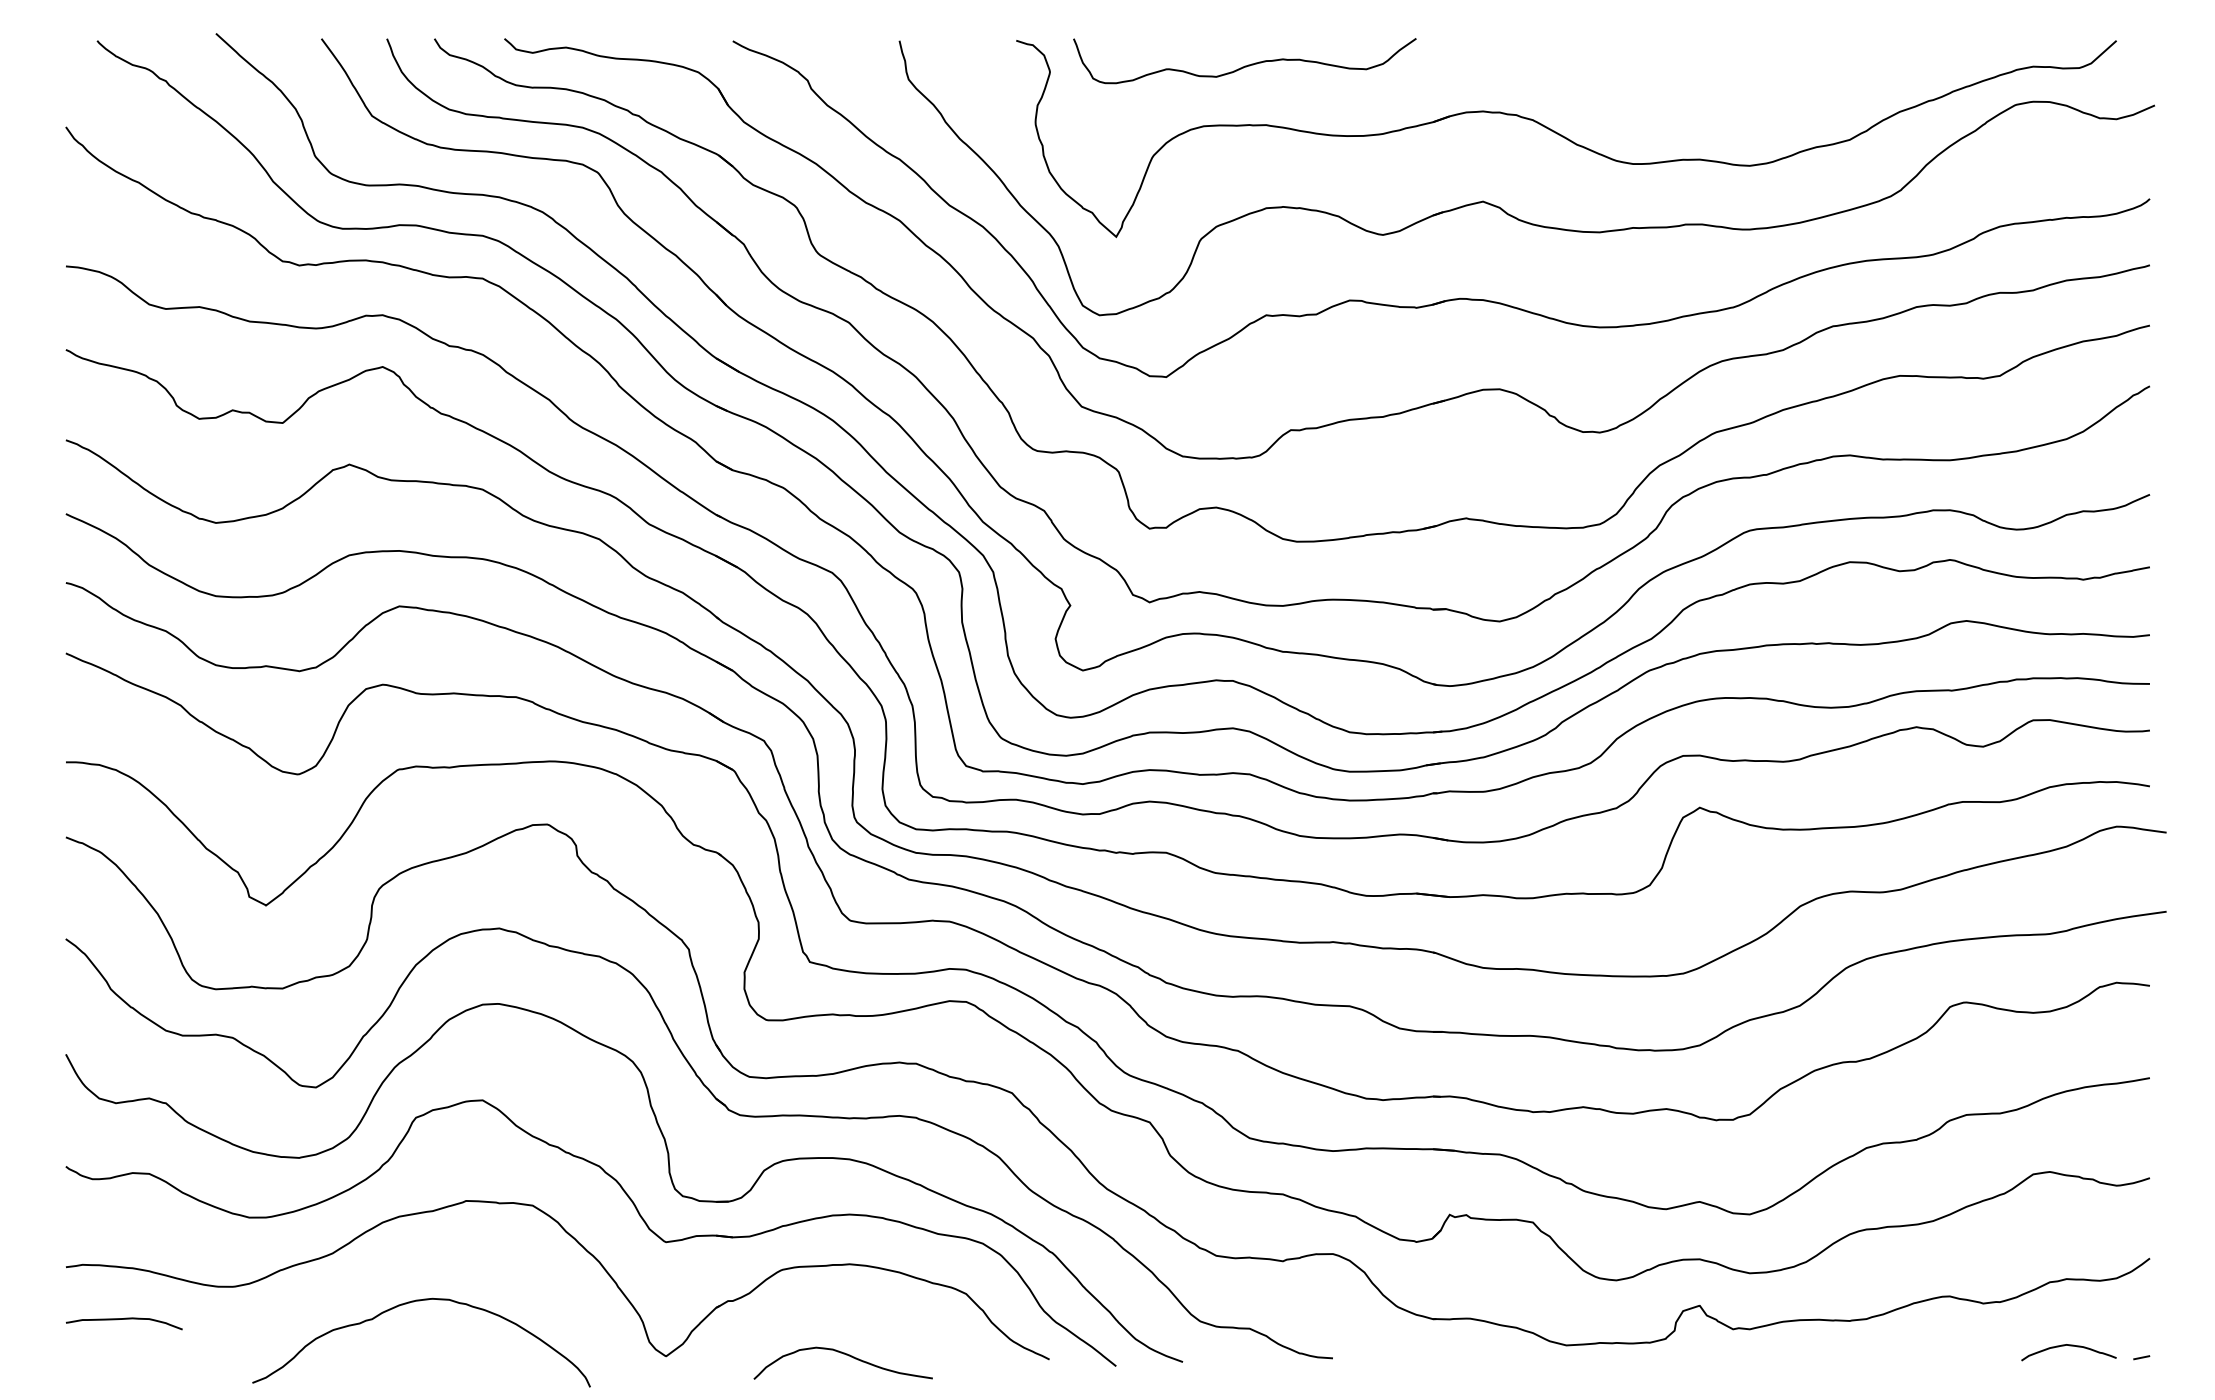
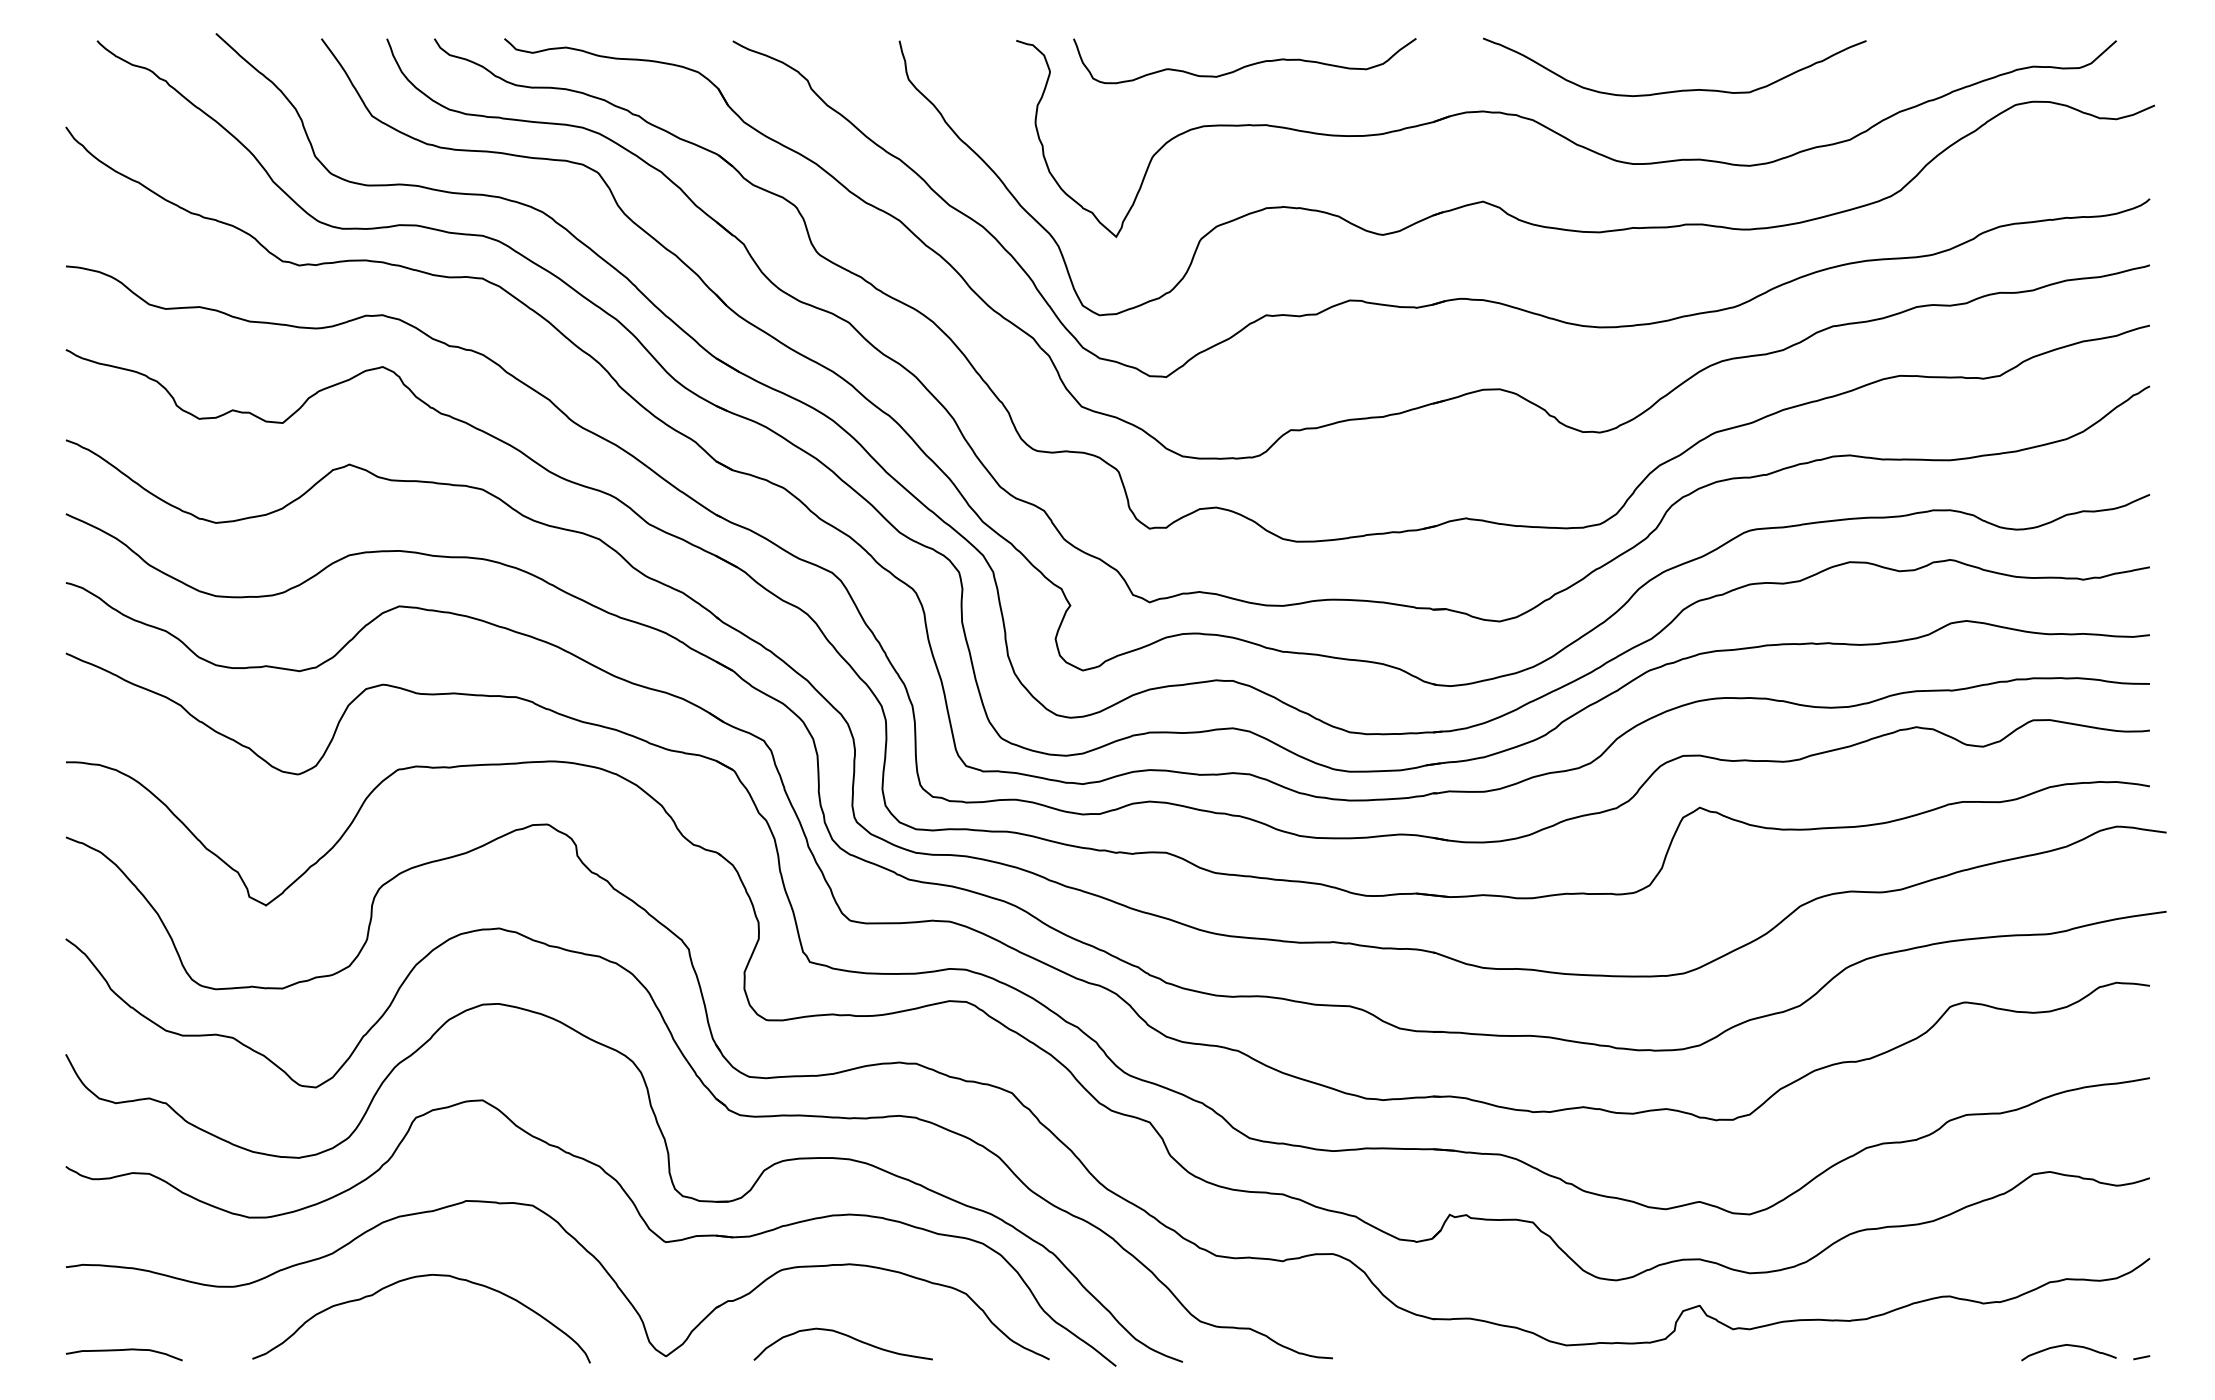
curve at (1674, 90): none -> present
curve at (413, 1302) position: (413, 1302) -> (413, 1278)
curve at (124, 1319) position: (124, 1319) -> (124, 1350)
curve at (843, 1354) position: (843, 1354) -> (843, 1335)
